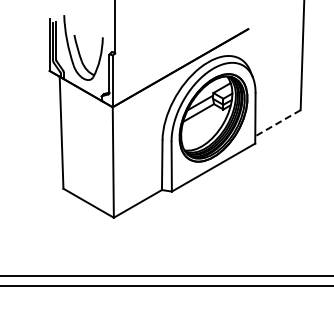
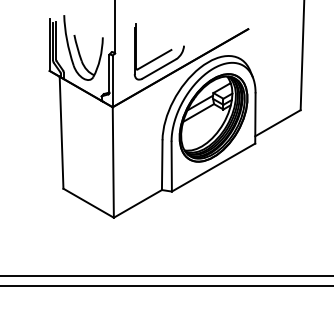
part at (158, 51): none -> present
line at (277, 123): dashed -> solid
